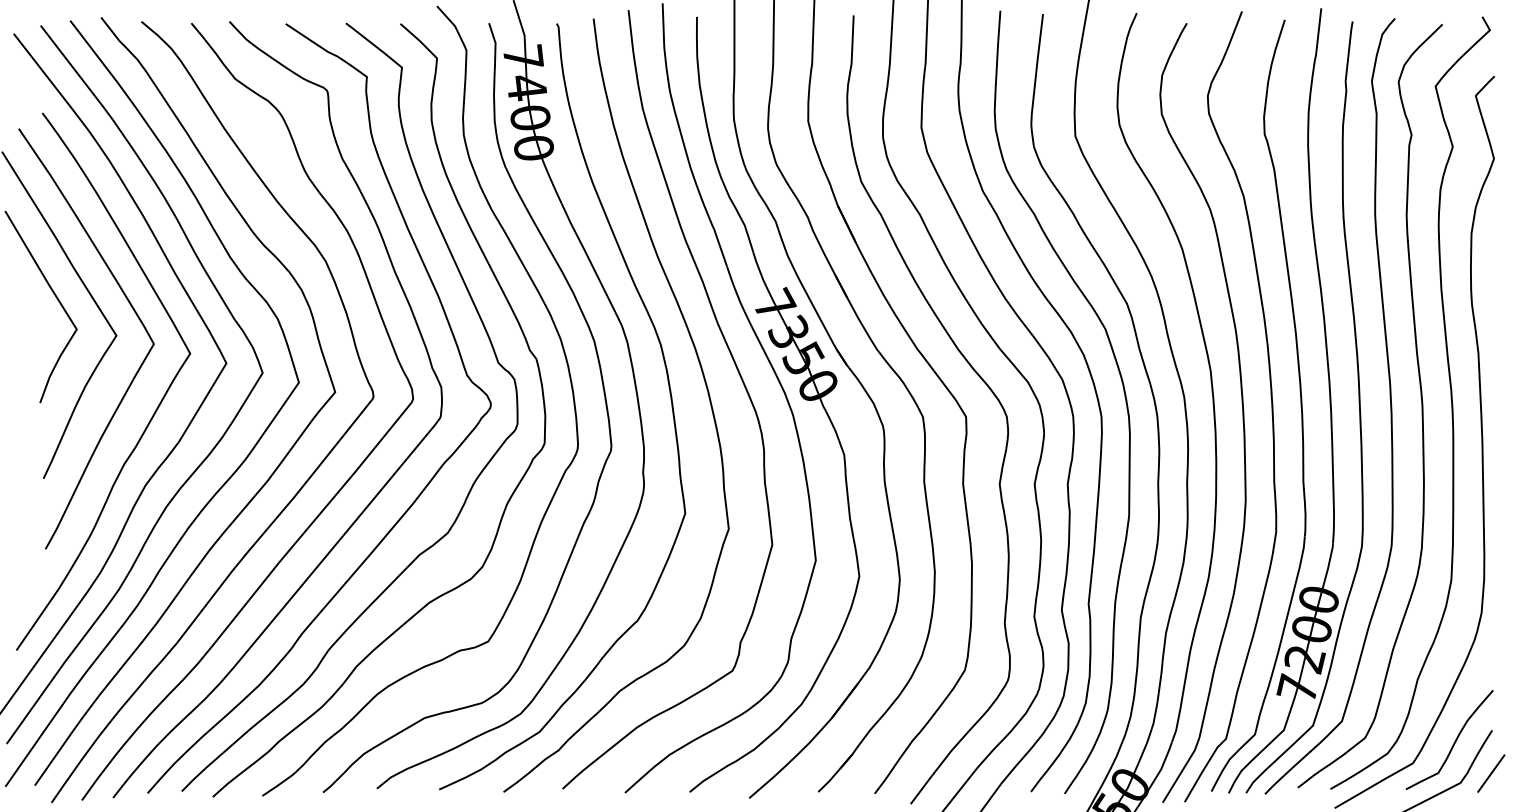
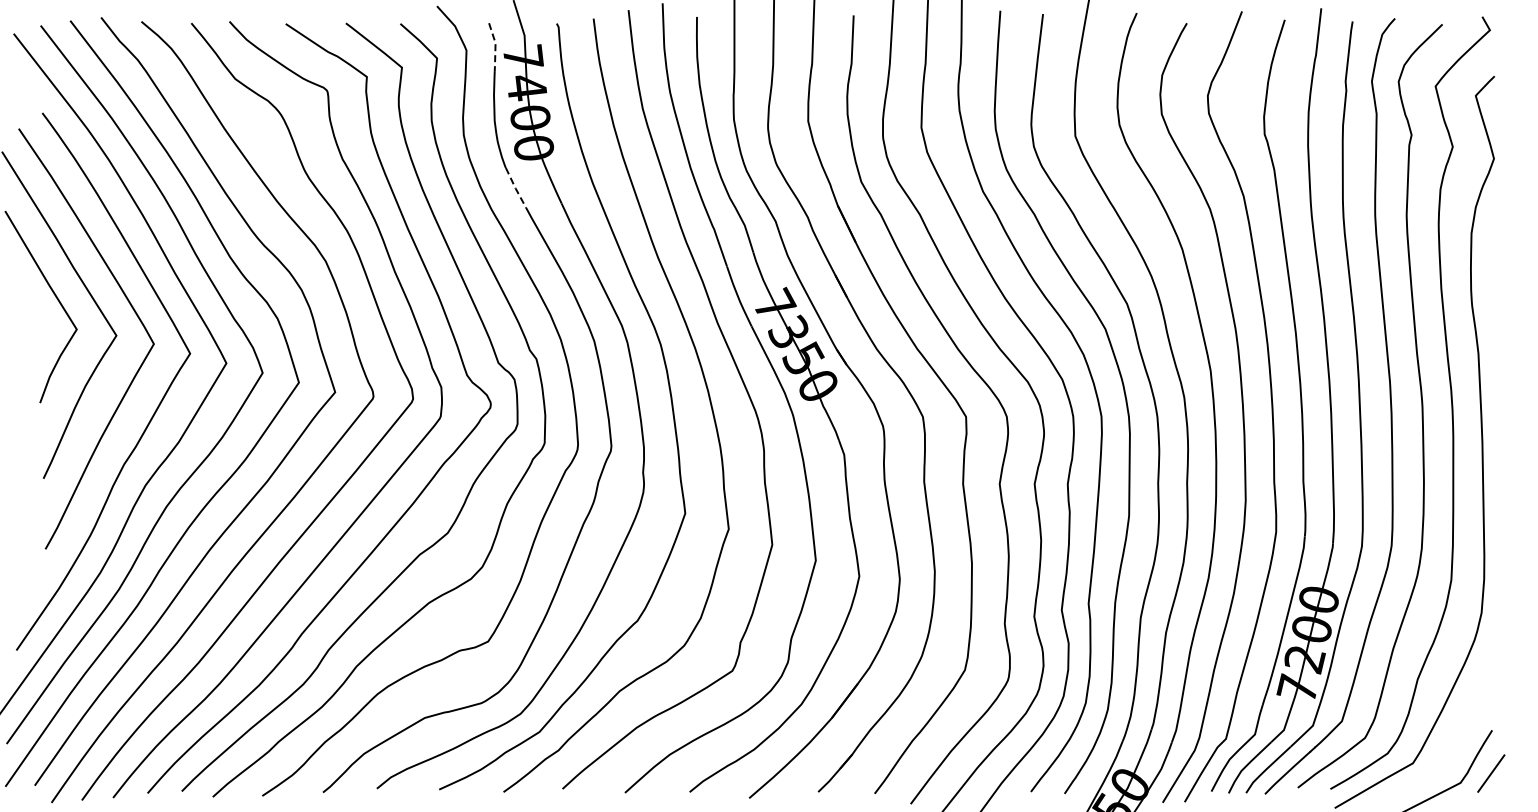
line at (495, 47): solid -> dashed
line at (515, 188): solid -> dashed
curve at (1454, 741): present -> none
